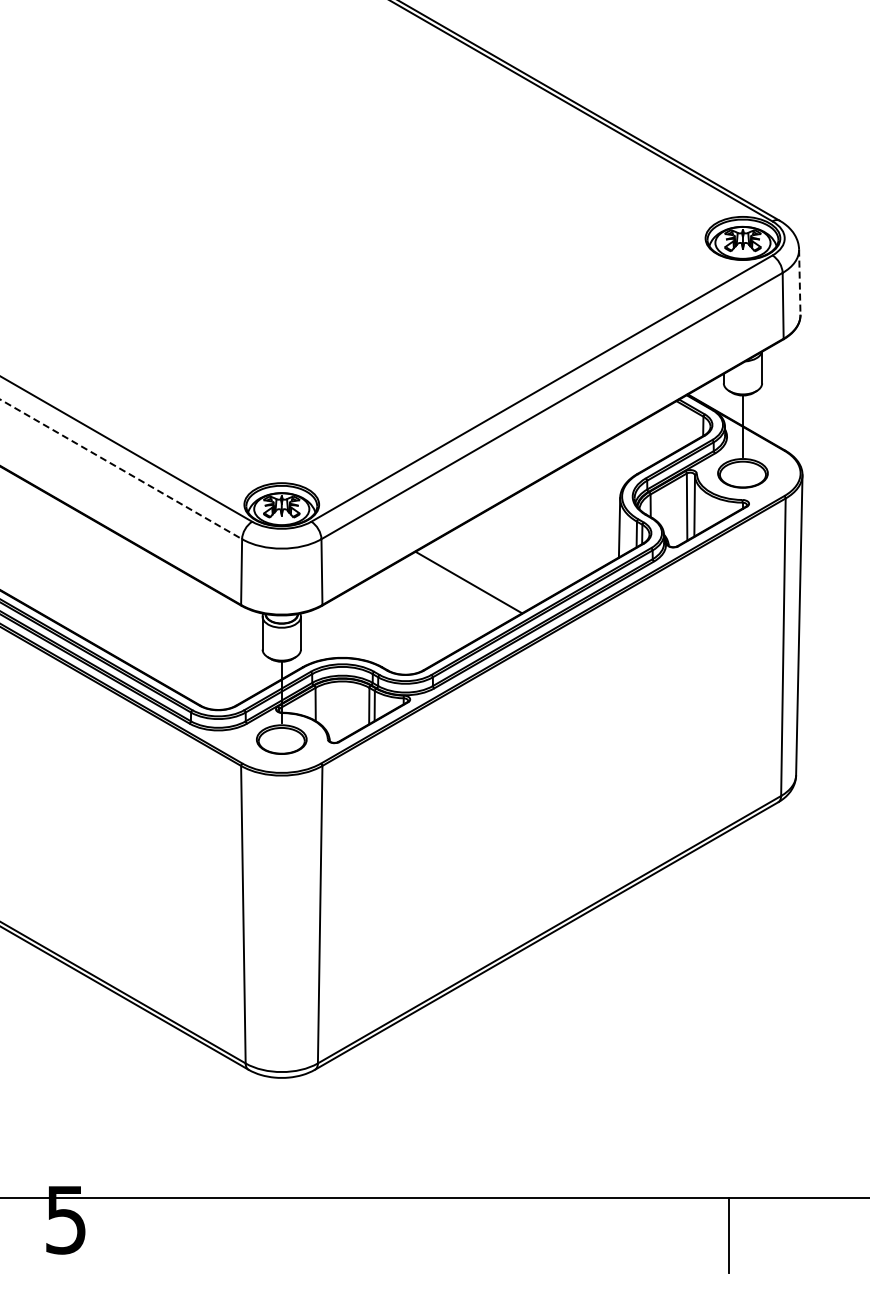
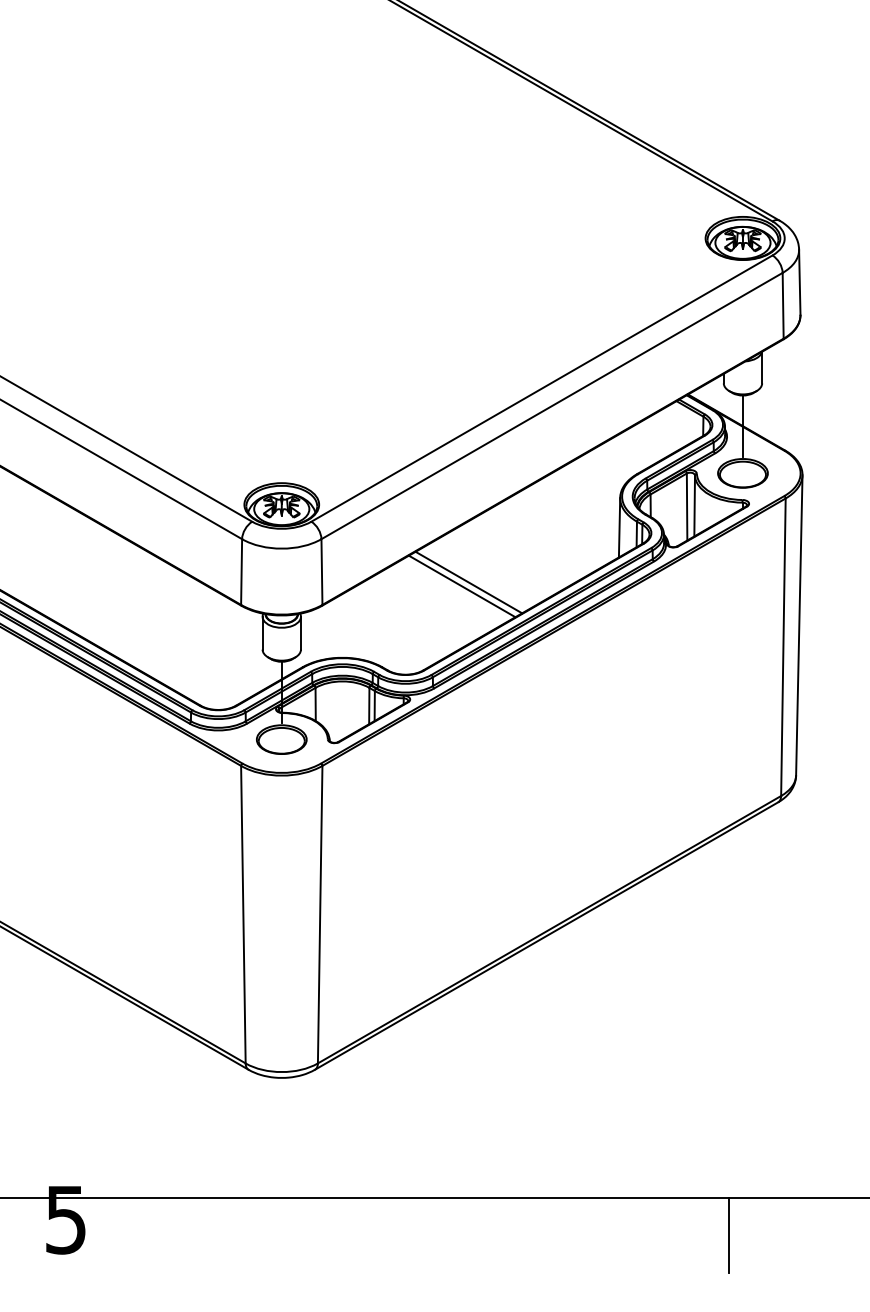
line at (799, 282): dashed -> solid
line at (121, 469): dashed -> solid
line at (461, 586): none -> present
